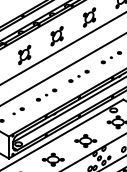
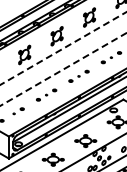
line at (63, 48): solid -> dashed
line at (63, 69): solid -> dashed
